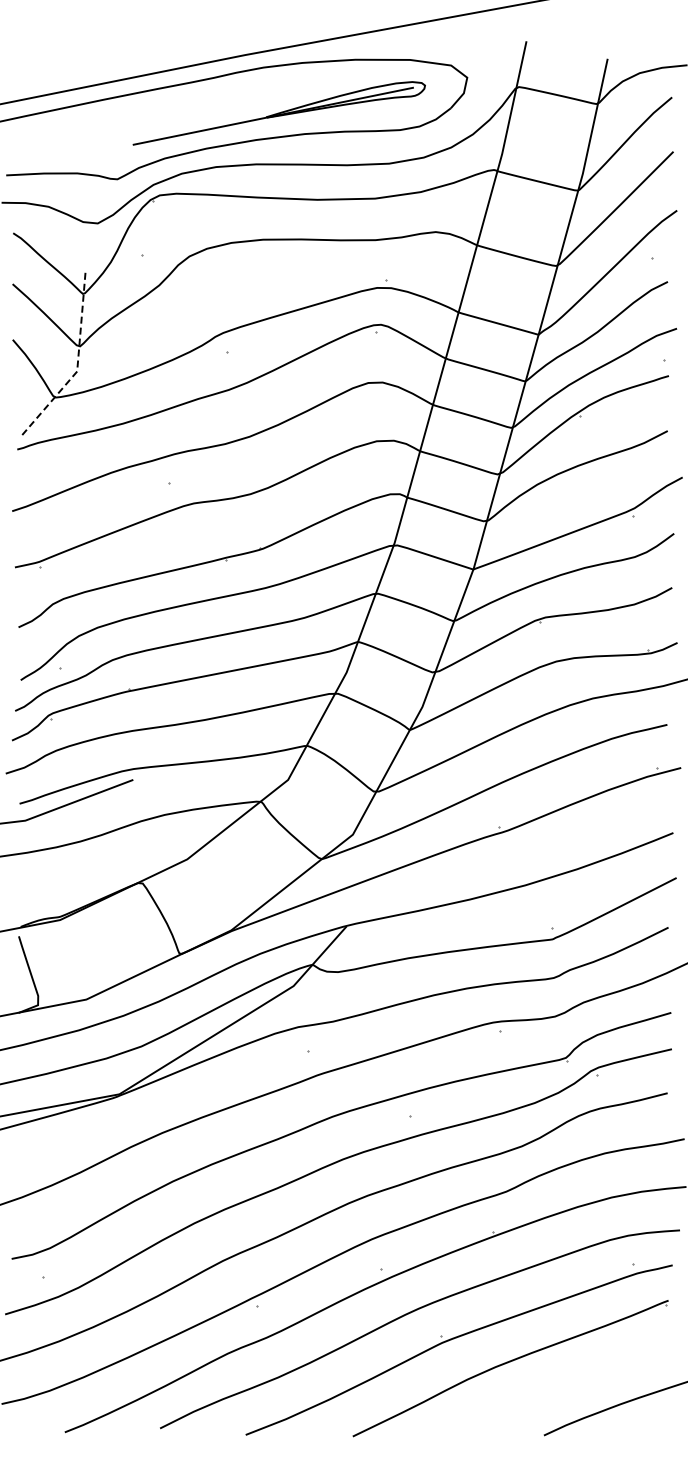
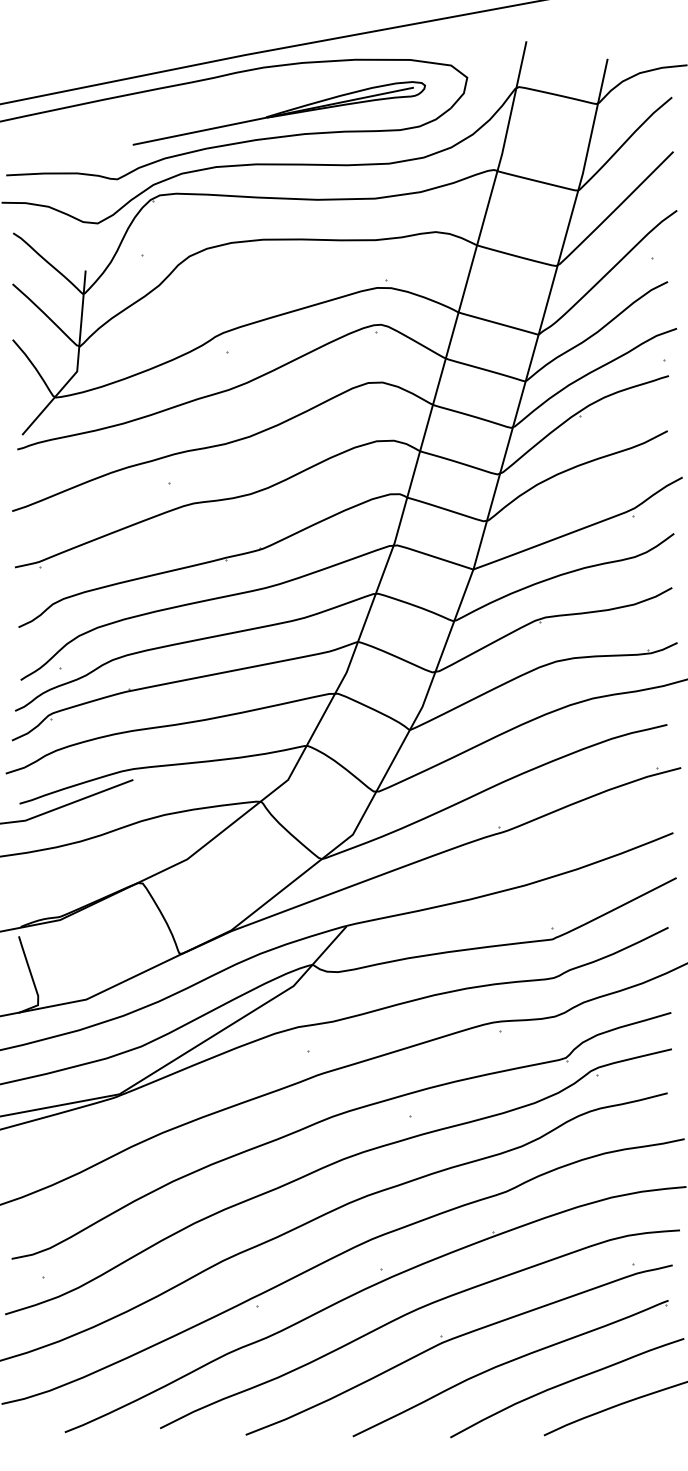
line at (77, 362): dashed -> solid
curve at (567, 1383): none -> present
